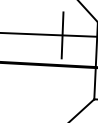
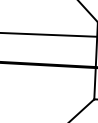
line at (62, 35): present -> none
